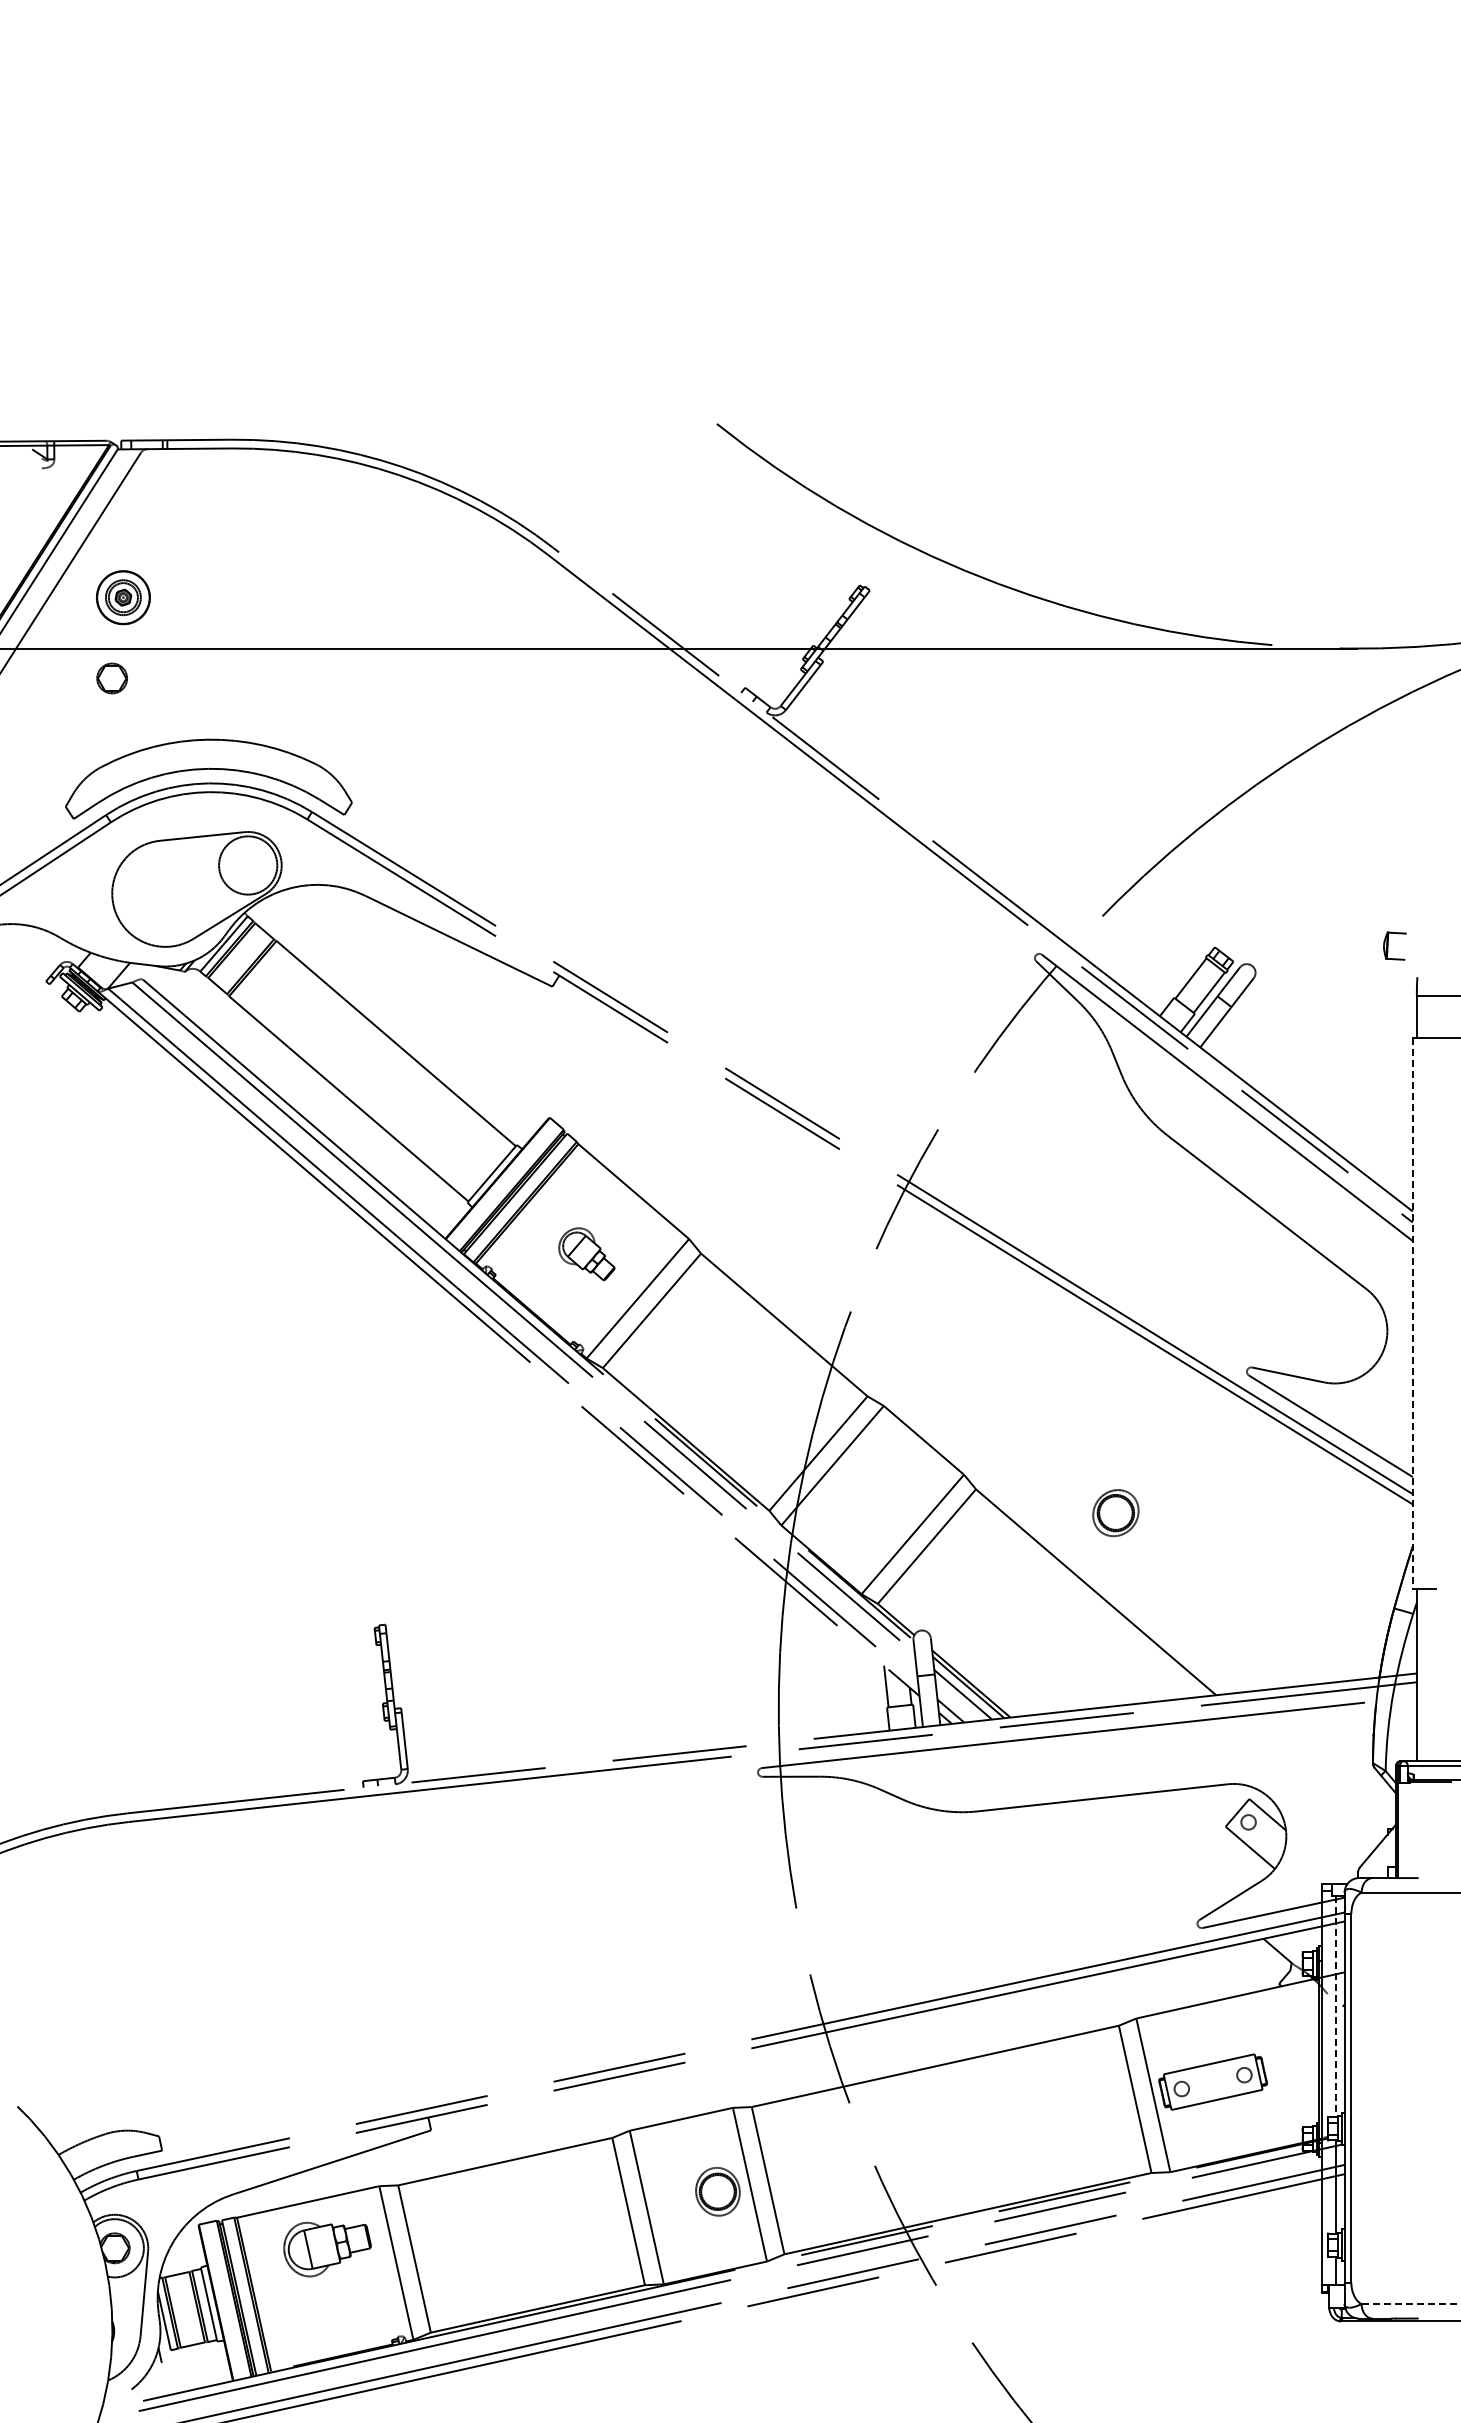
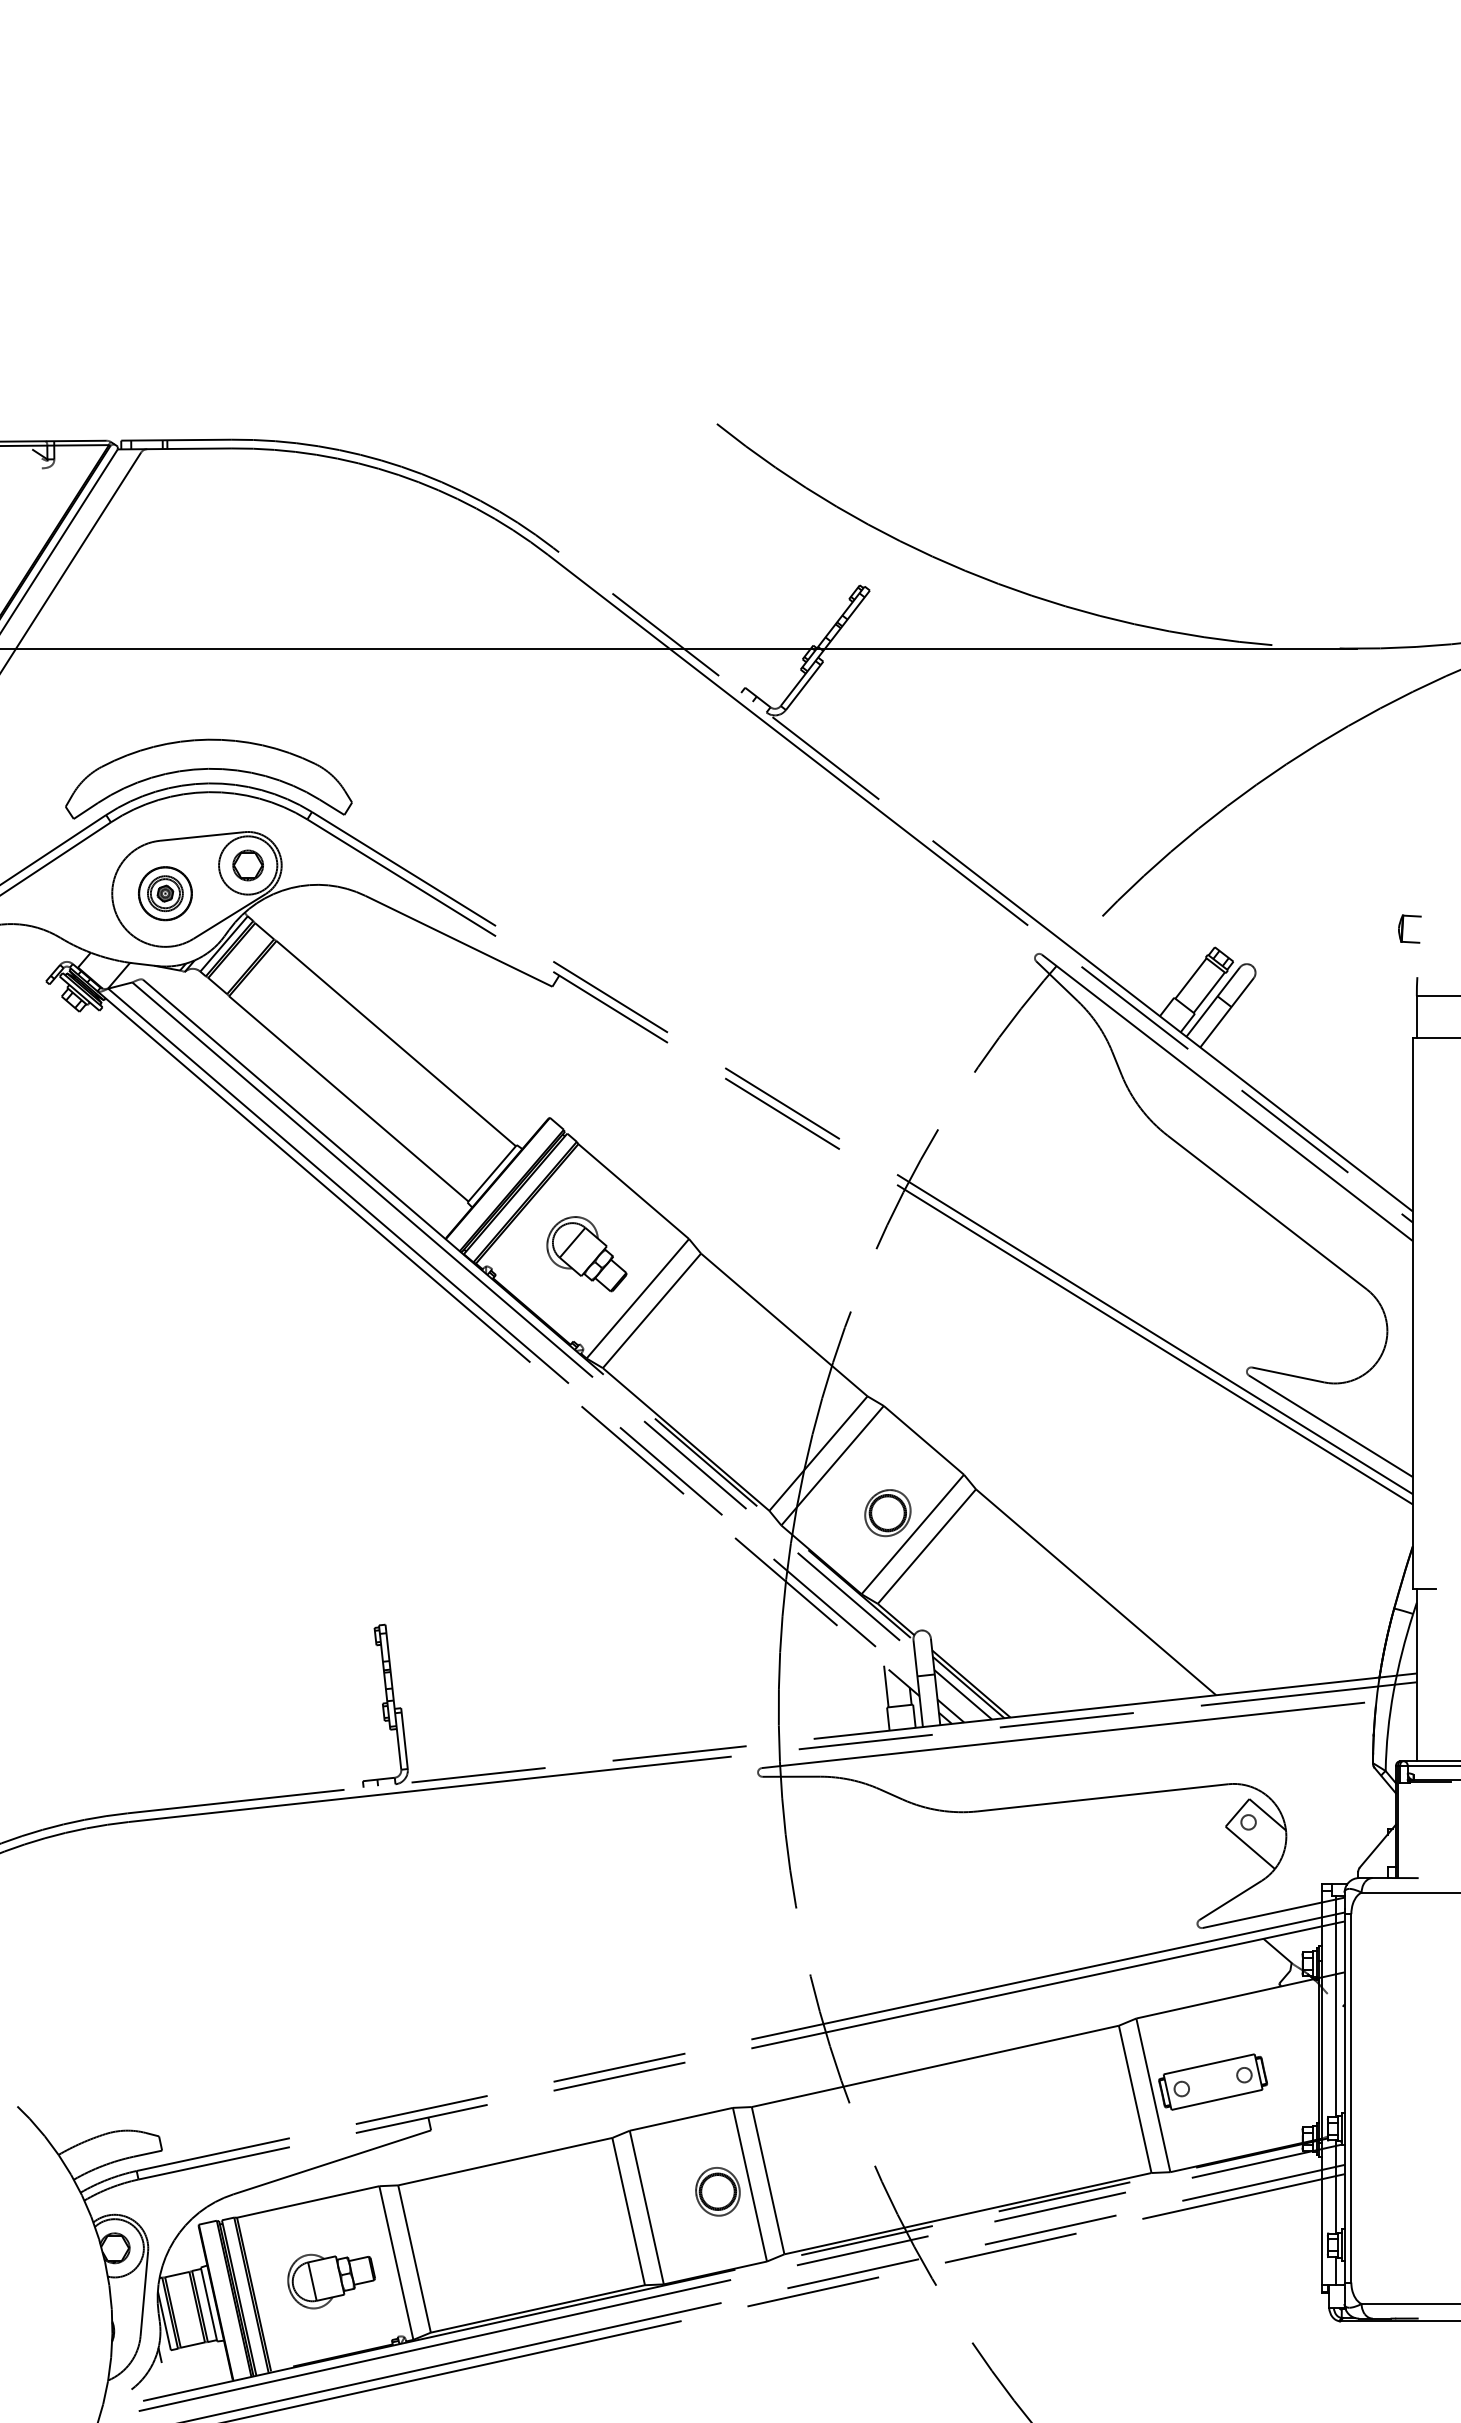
part at (123, 597) position: (123, 597) -> (165, 893)
part at (111, 678) position: (111, 678) -> (247, 865)
part at (1394, 945) position: (1394, 945) -> (1409, 928)
part at (586, 1254) size: 58x55 px -> 82x77 px
line at (1412, 1314): dashed -> solid
part at (1115, 1513) position: (1115, 1513) -> (887, 1513)
line at (1335, 2006): dashed -> solid
part at (327, 2249) position: (327, 2249) -> (331, 2281)
line at (1411, 2304): dashed -> solid
